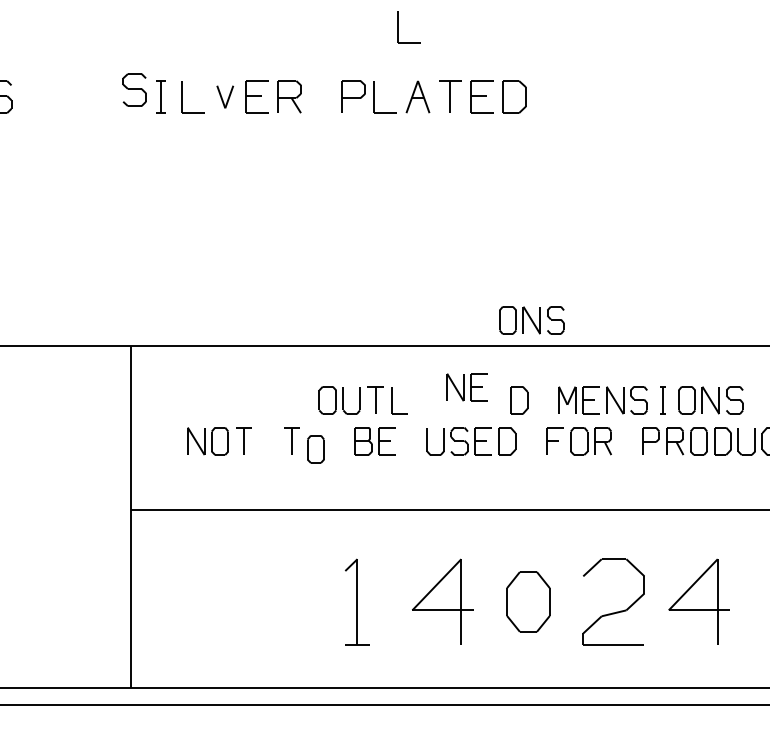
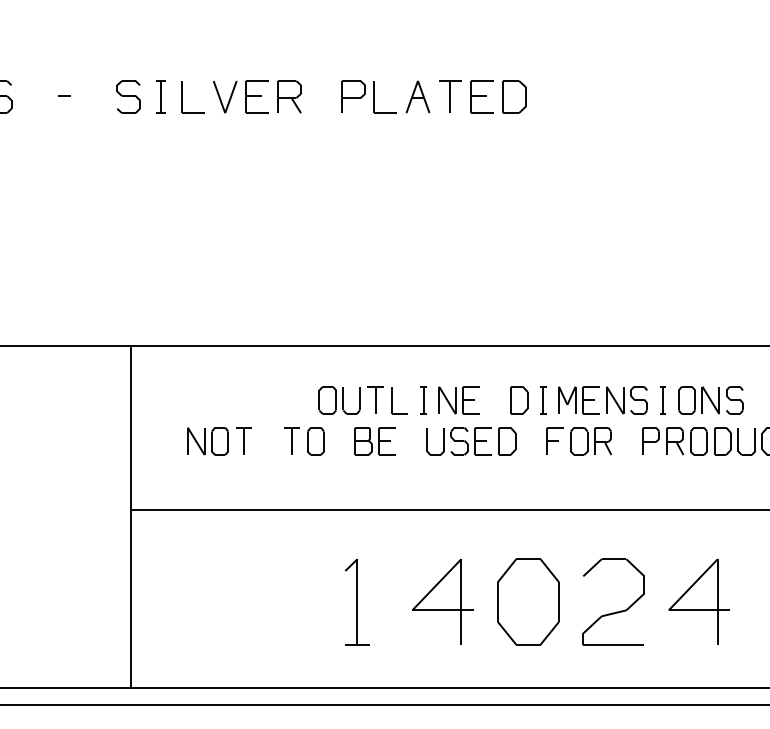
part at (398, 27): present -> none
part at (134, 89) position: (134, 89) -> (128, 96)
line at (64, 95): none -> present
part at (225, 96) size: 19x24 px -> 25x34 px
part at (531, 320): present -> none
part at (466, 387) position: (466, 387) -> (458, 400)
part at (423, 400): none -> present
part at (543, 400): none -> present
part at (315, 449) position: (315, 449) -> (315, 441)
part at (528, 601) size: 45x62 px -> 63x88 px
